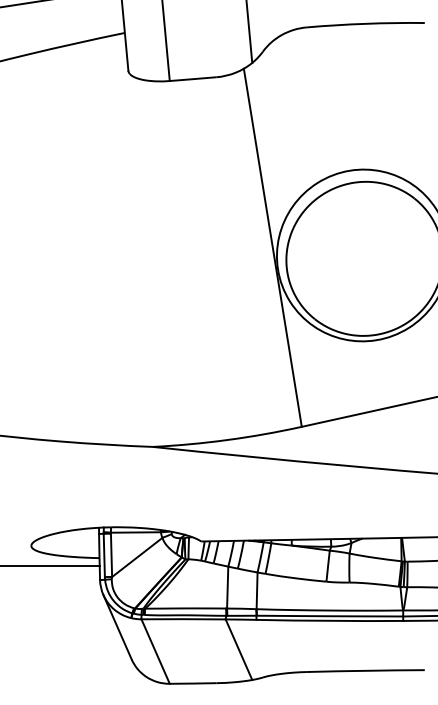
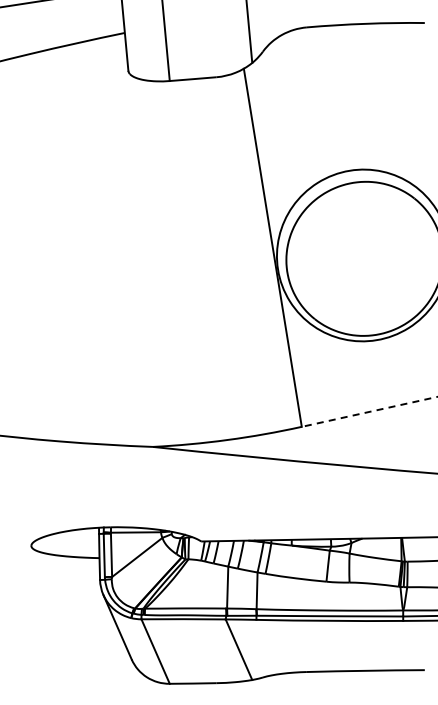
line at (369, 412): solid -> dashed
line at (50, 565): present -> none
